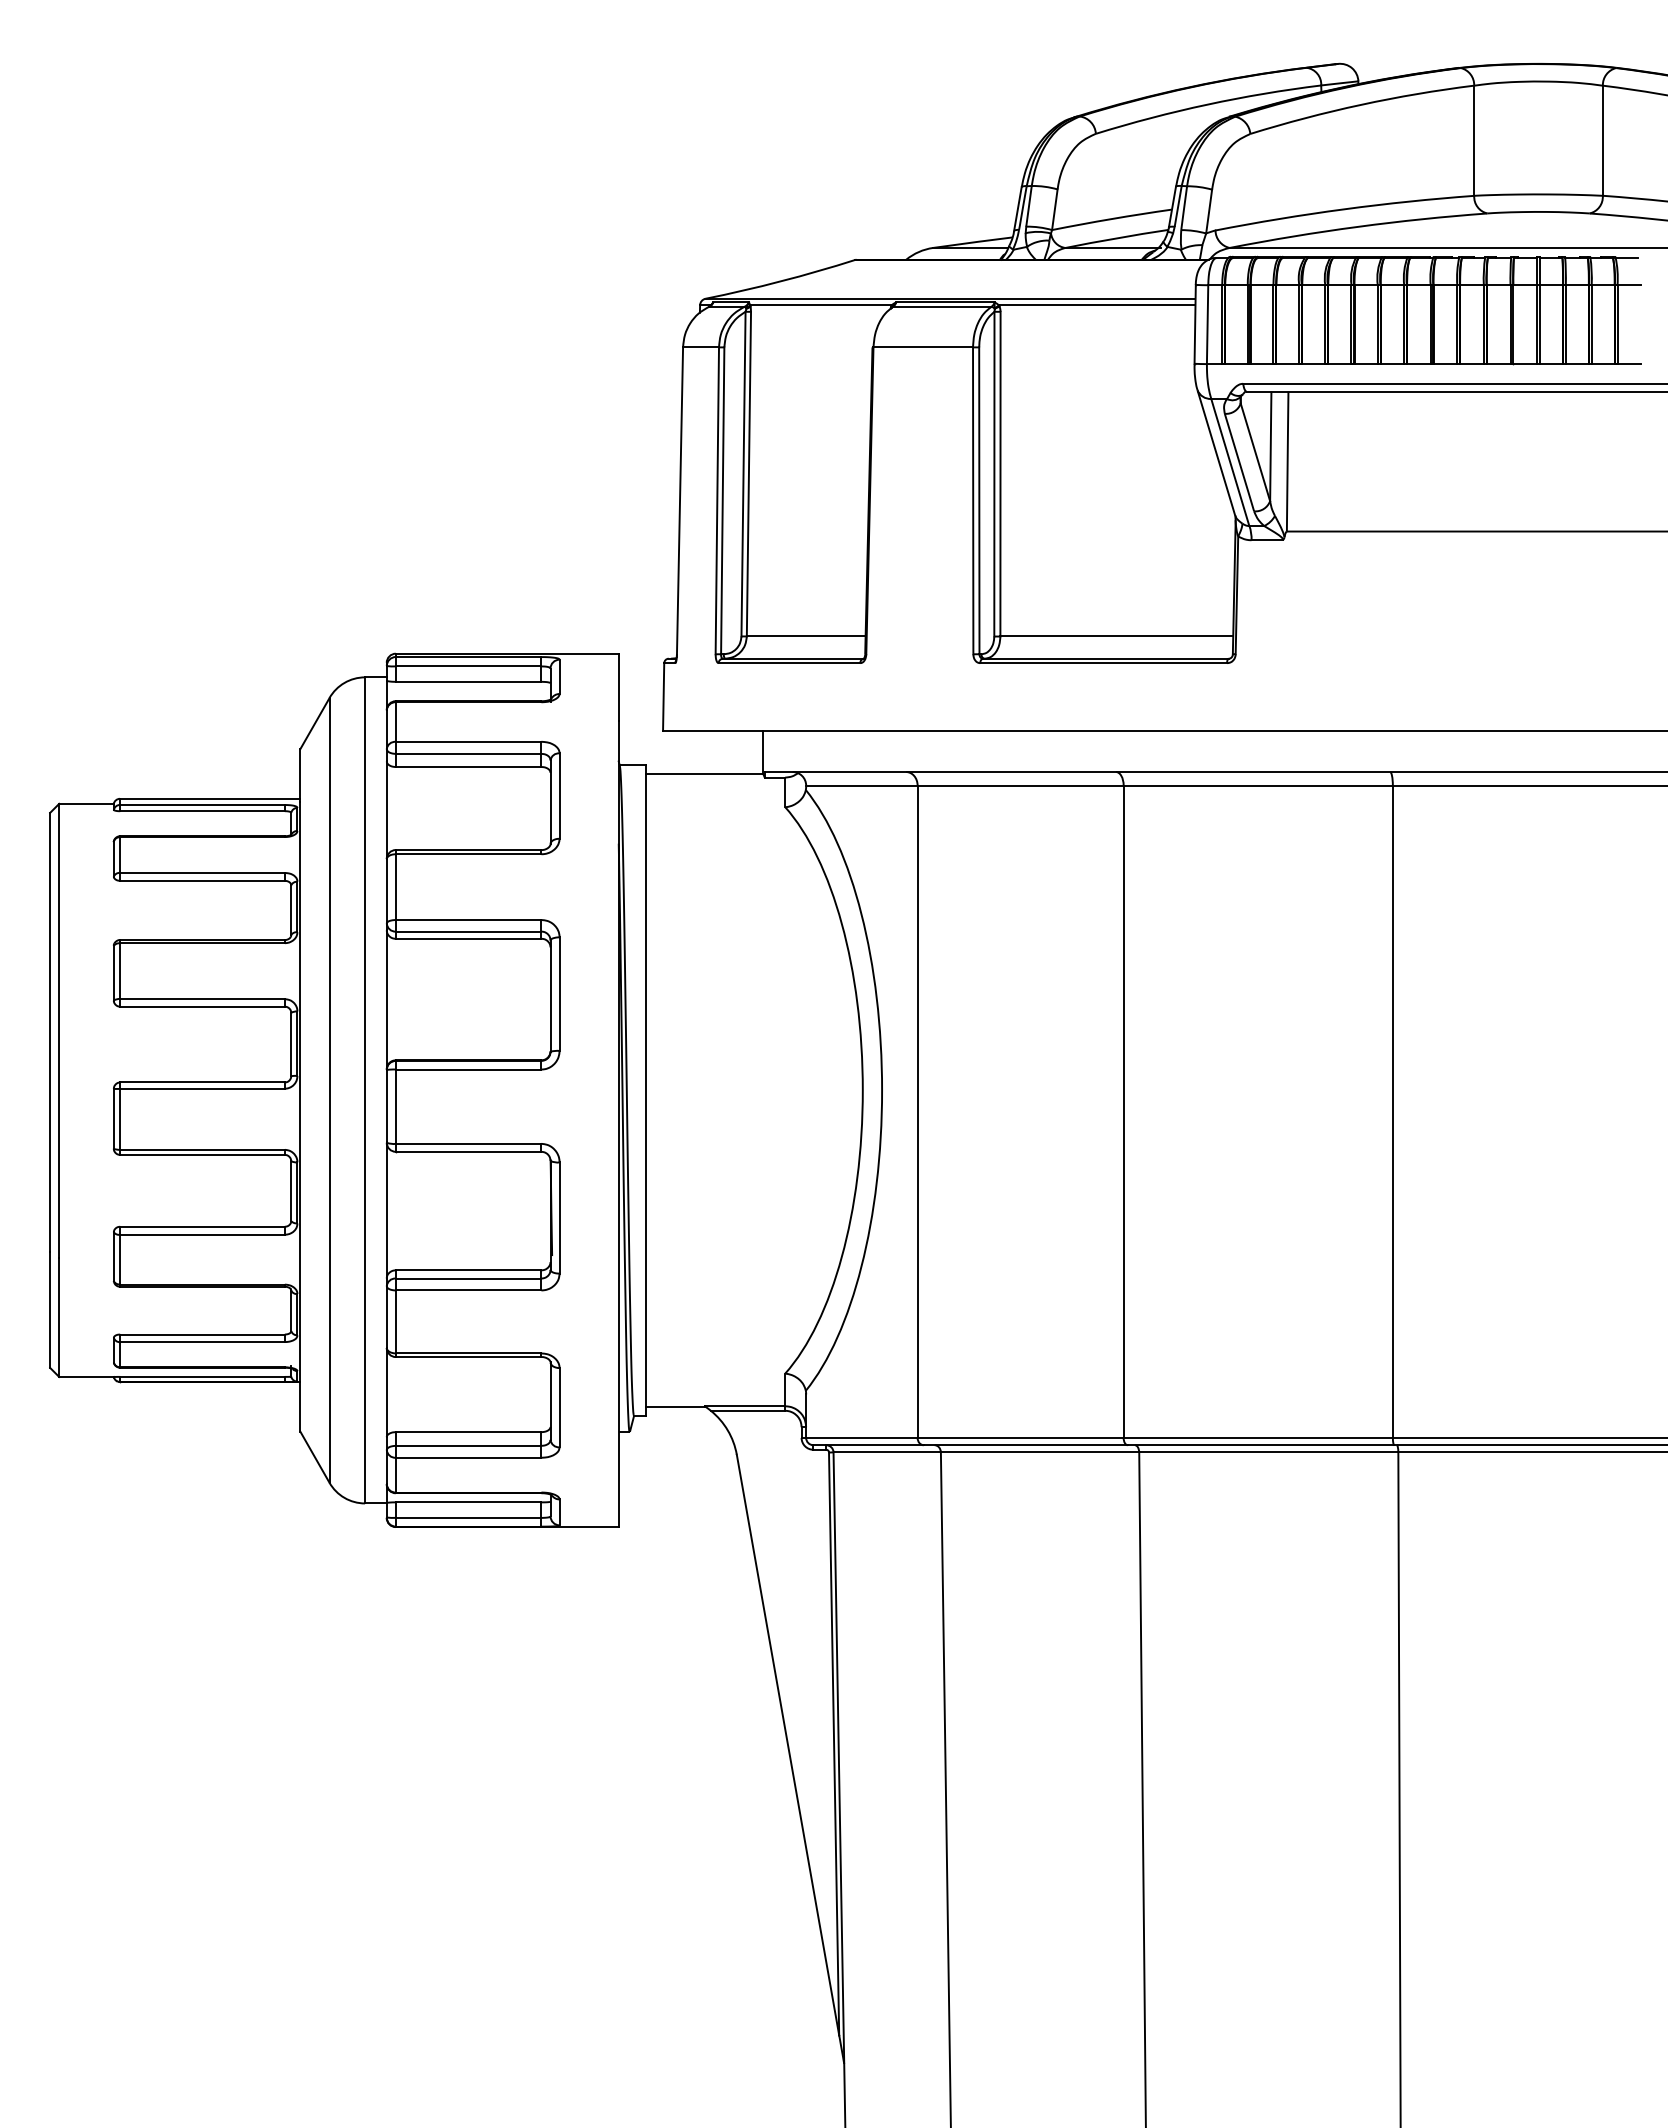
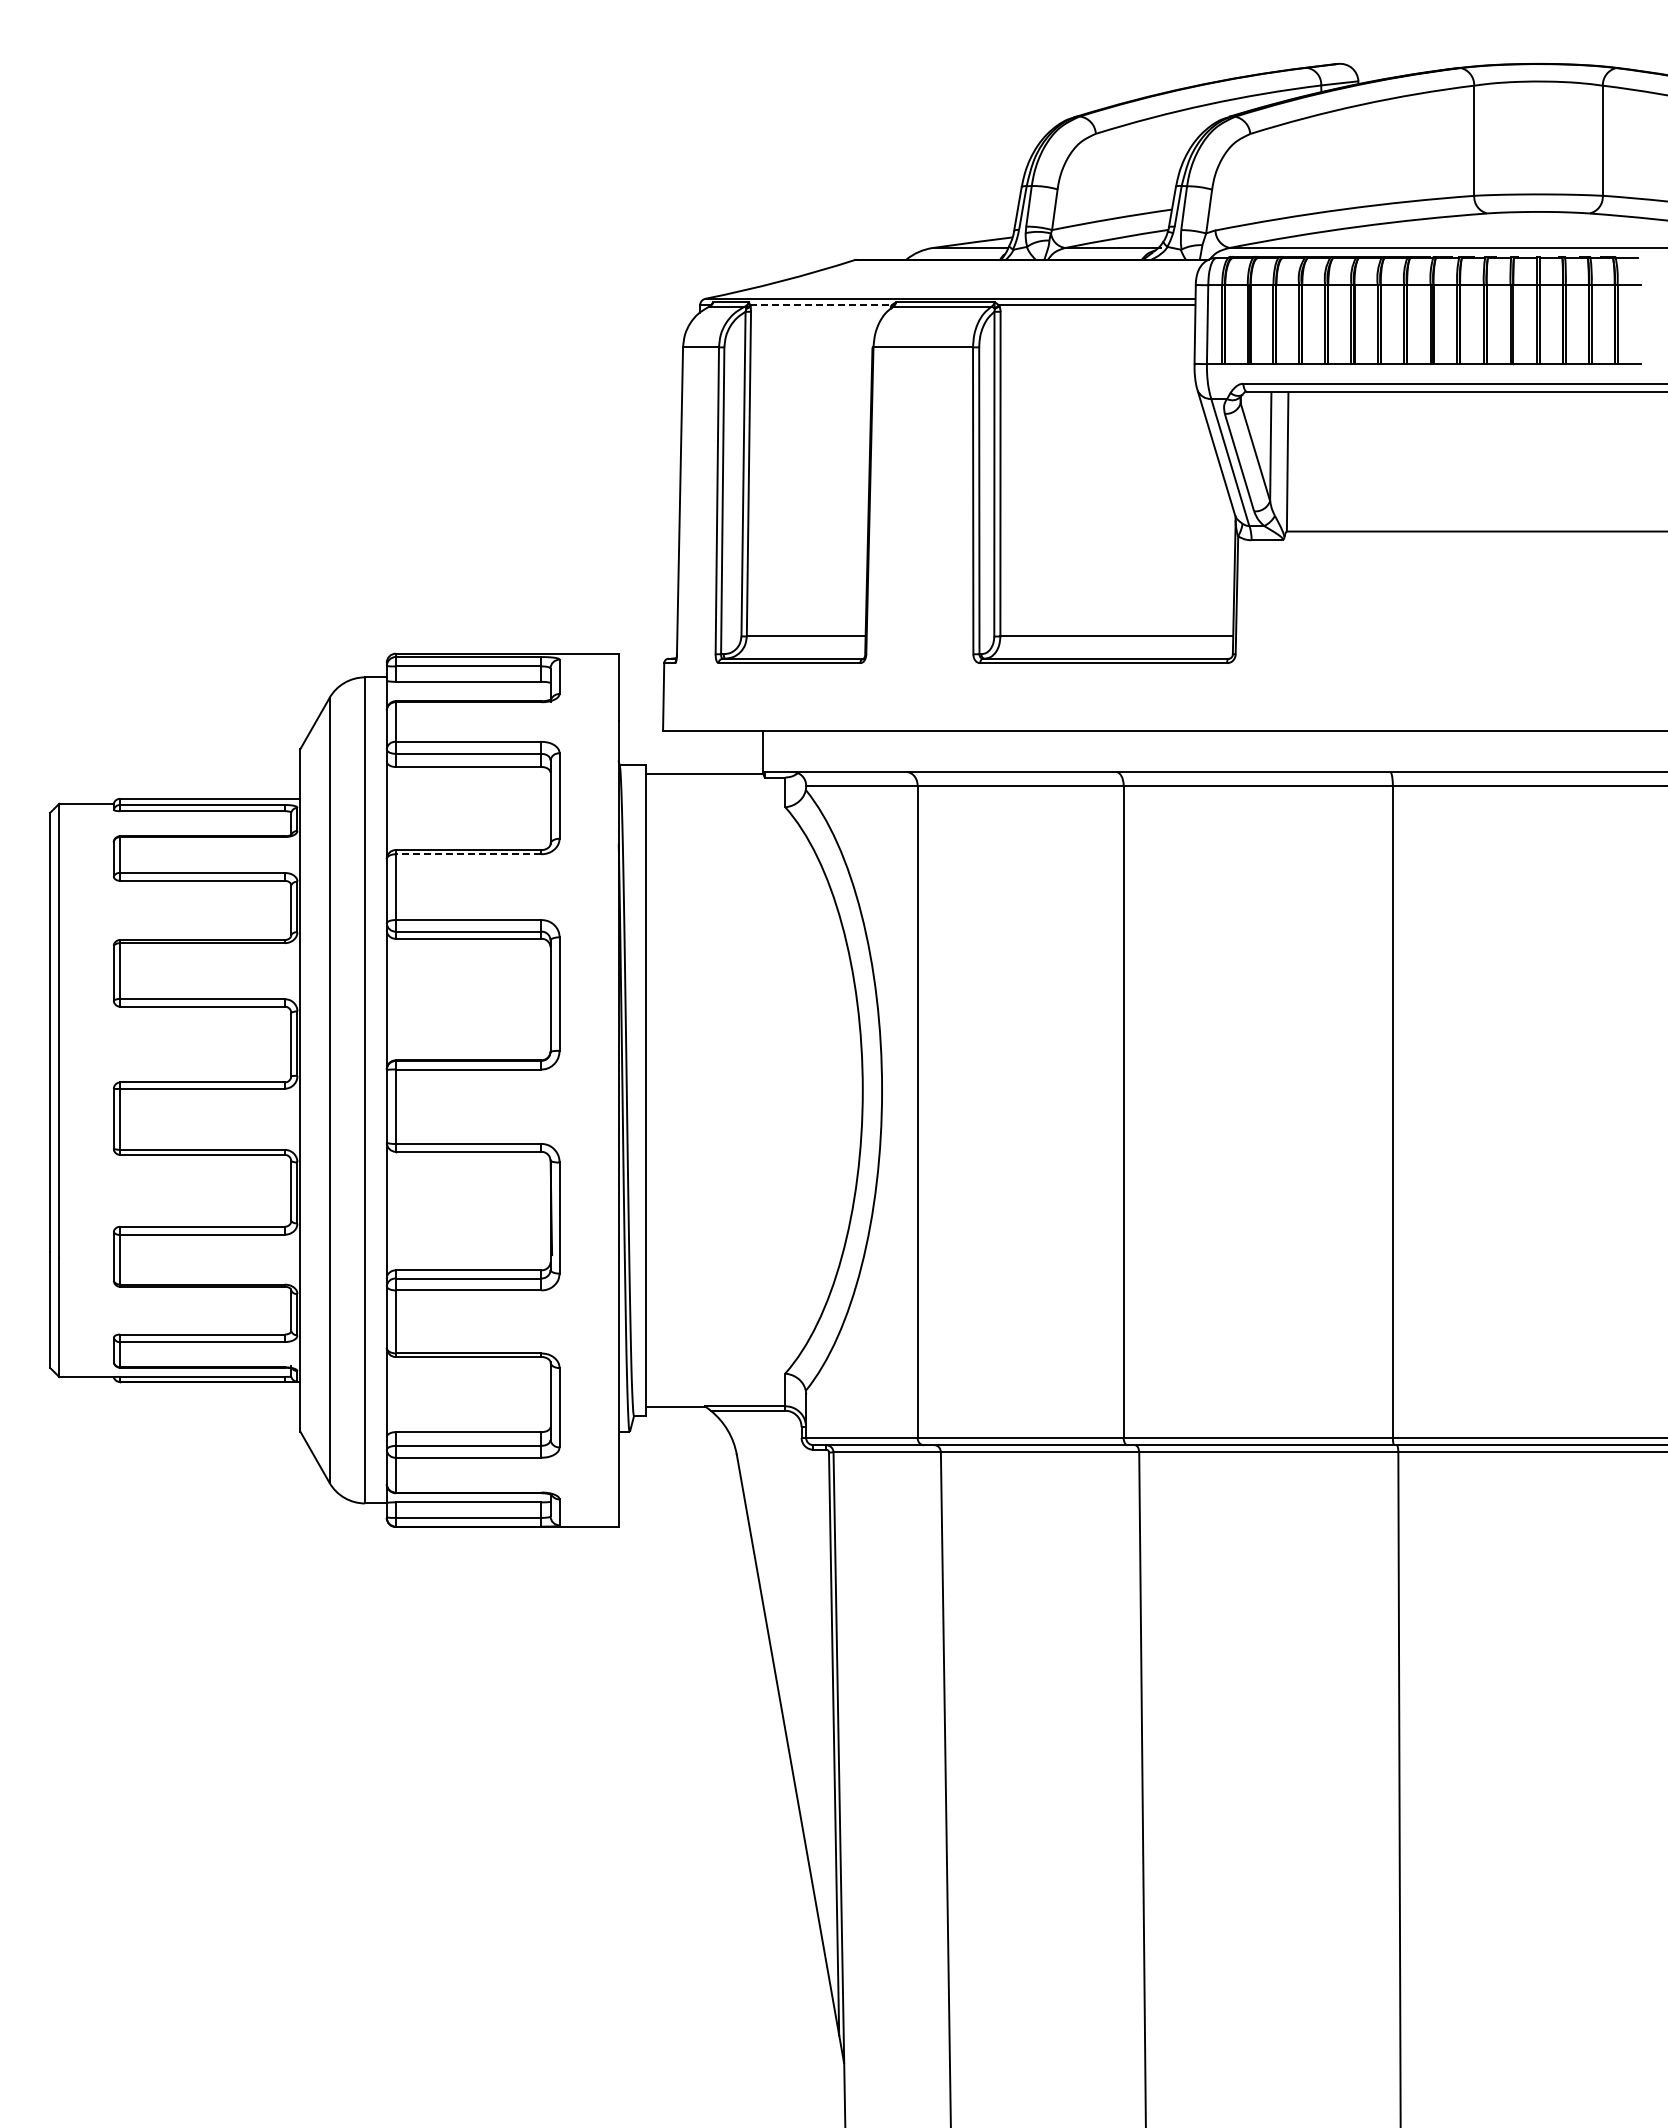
line at (821, 305): solid -> dashed
line at (468, 854): solid -> dashed
